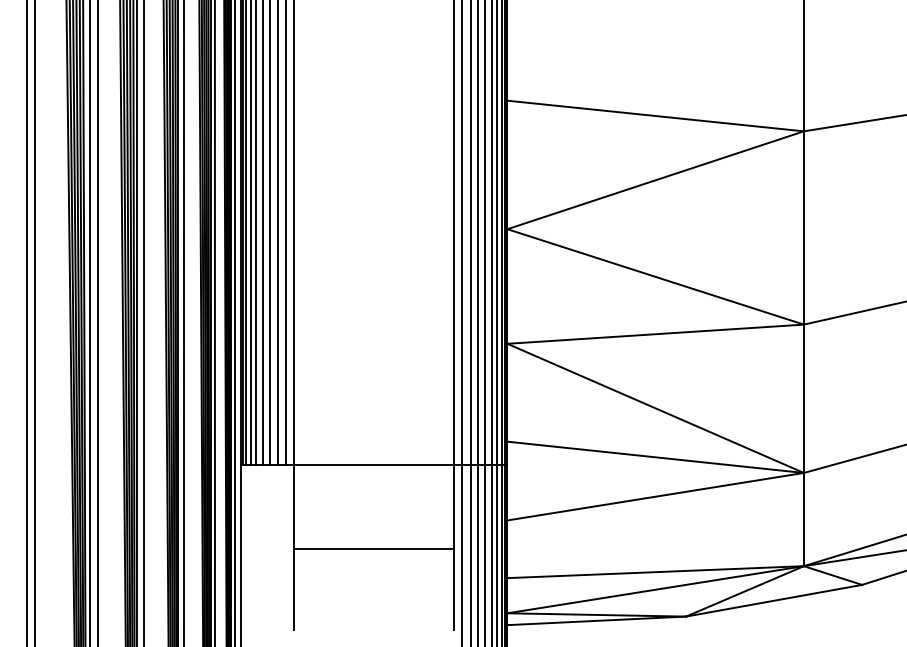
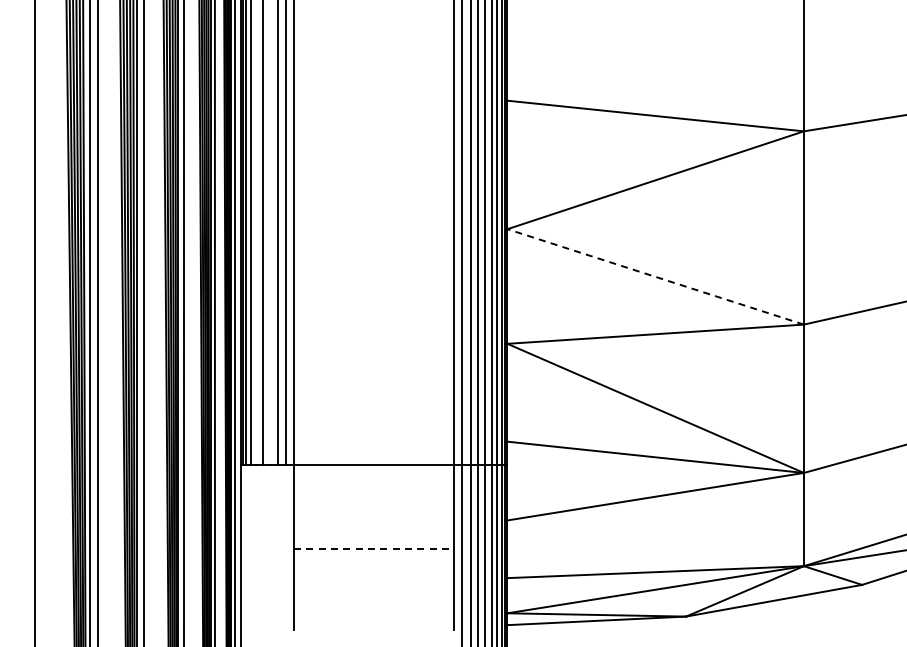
line at (256, 233): present -> none
line at (269, 233): present -> none
line at (655, 276): solid -> dashed
line at (27, 322): present -> none
line at (374, 548): solid -> dashed
